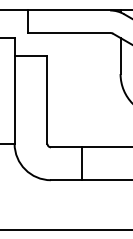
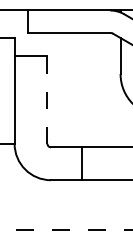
line at (47, 100): solid -> dashed
line at (66, 230): solid -> dashed
